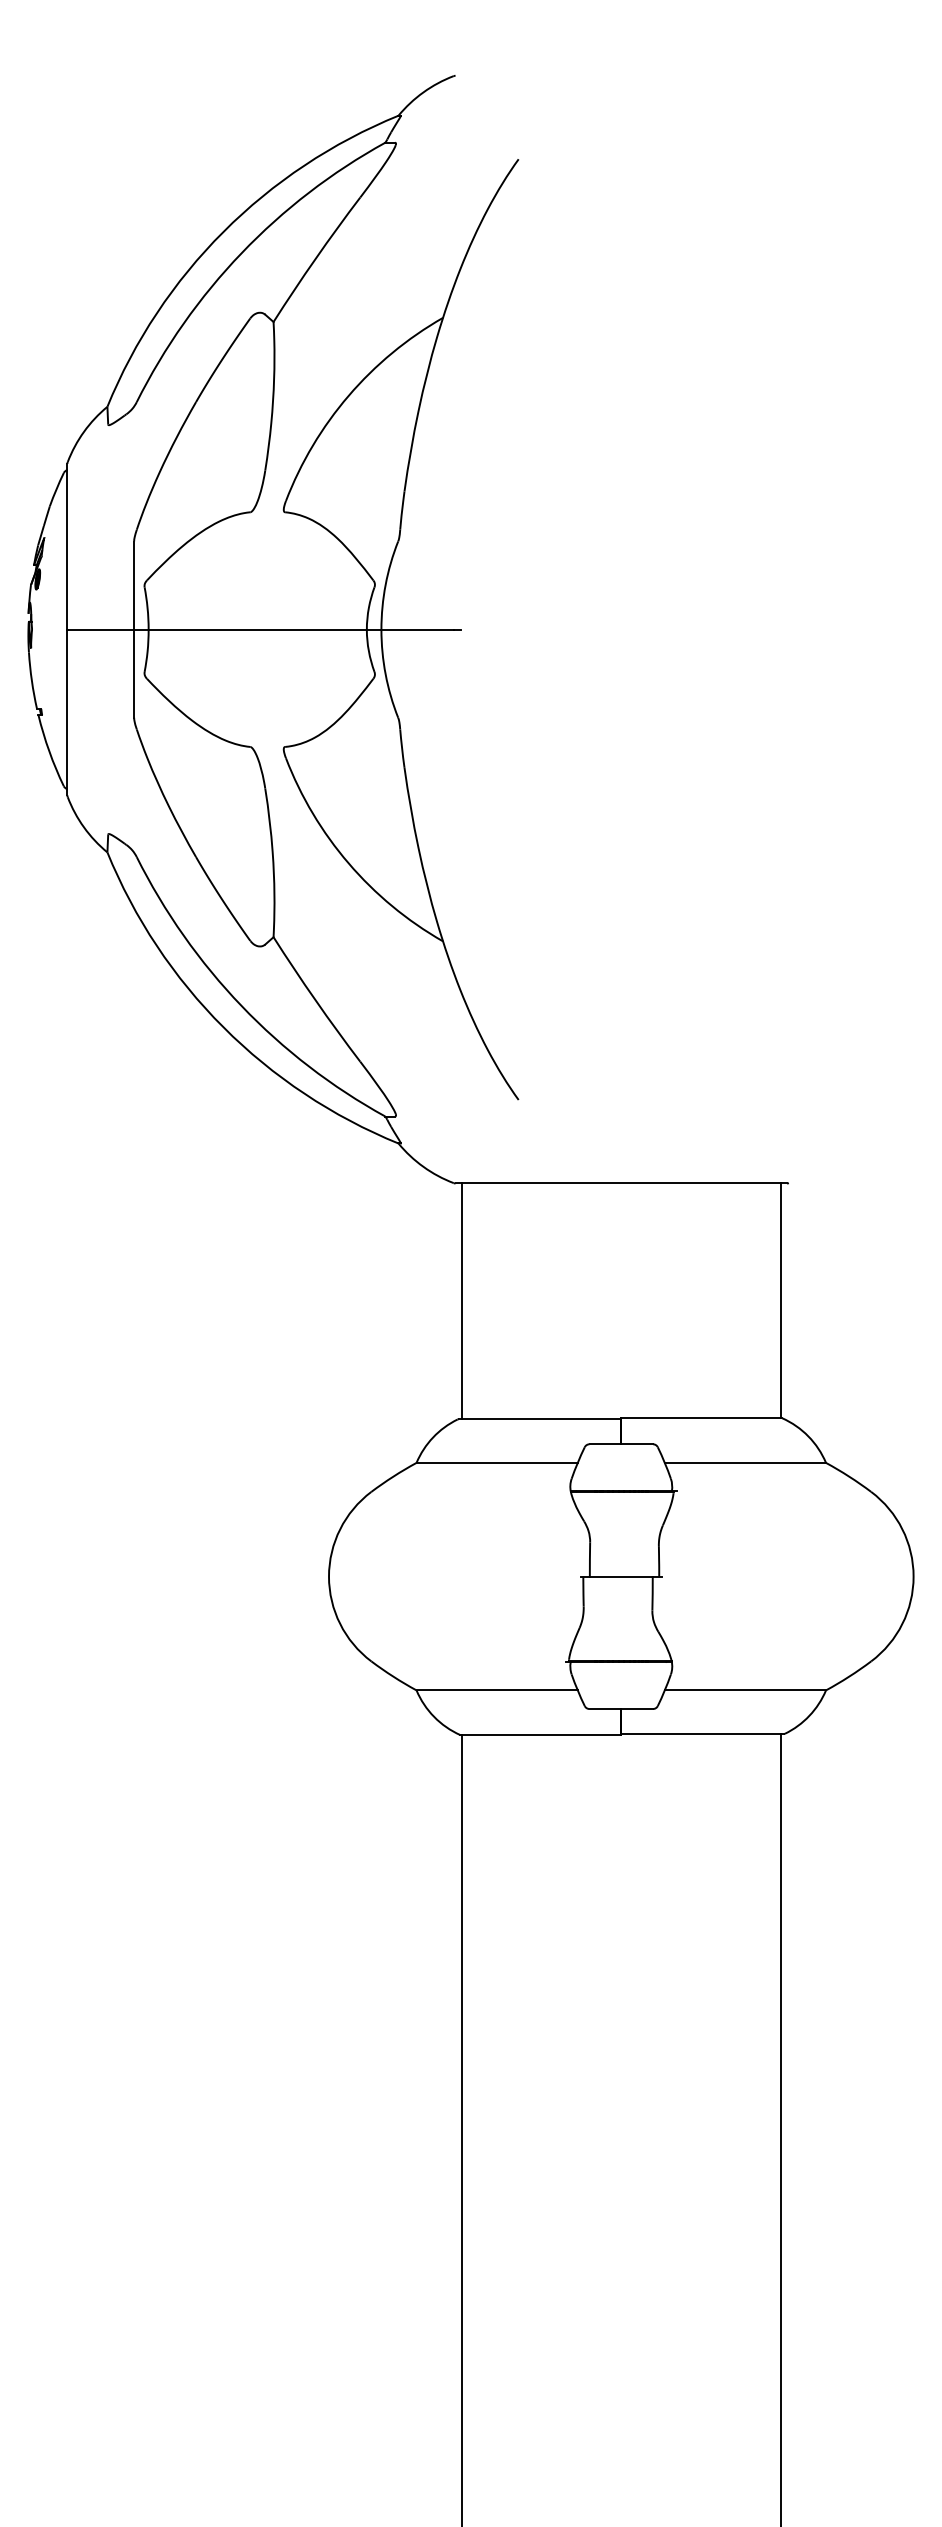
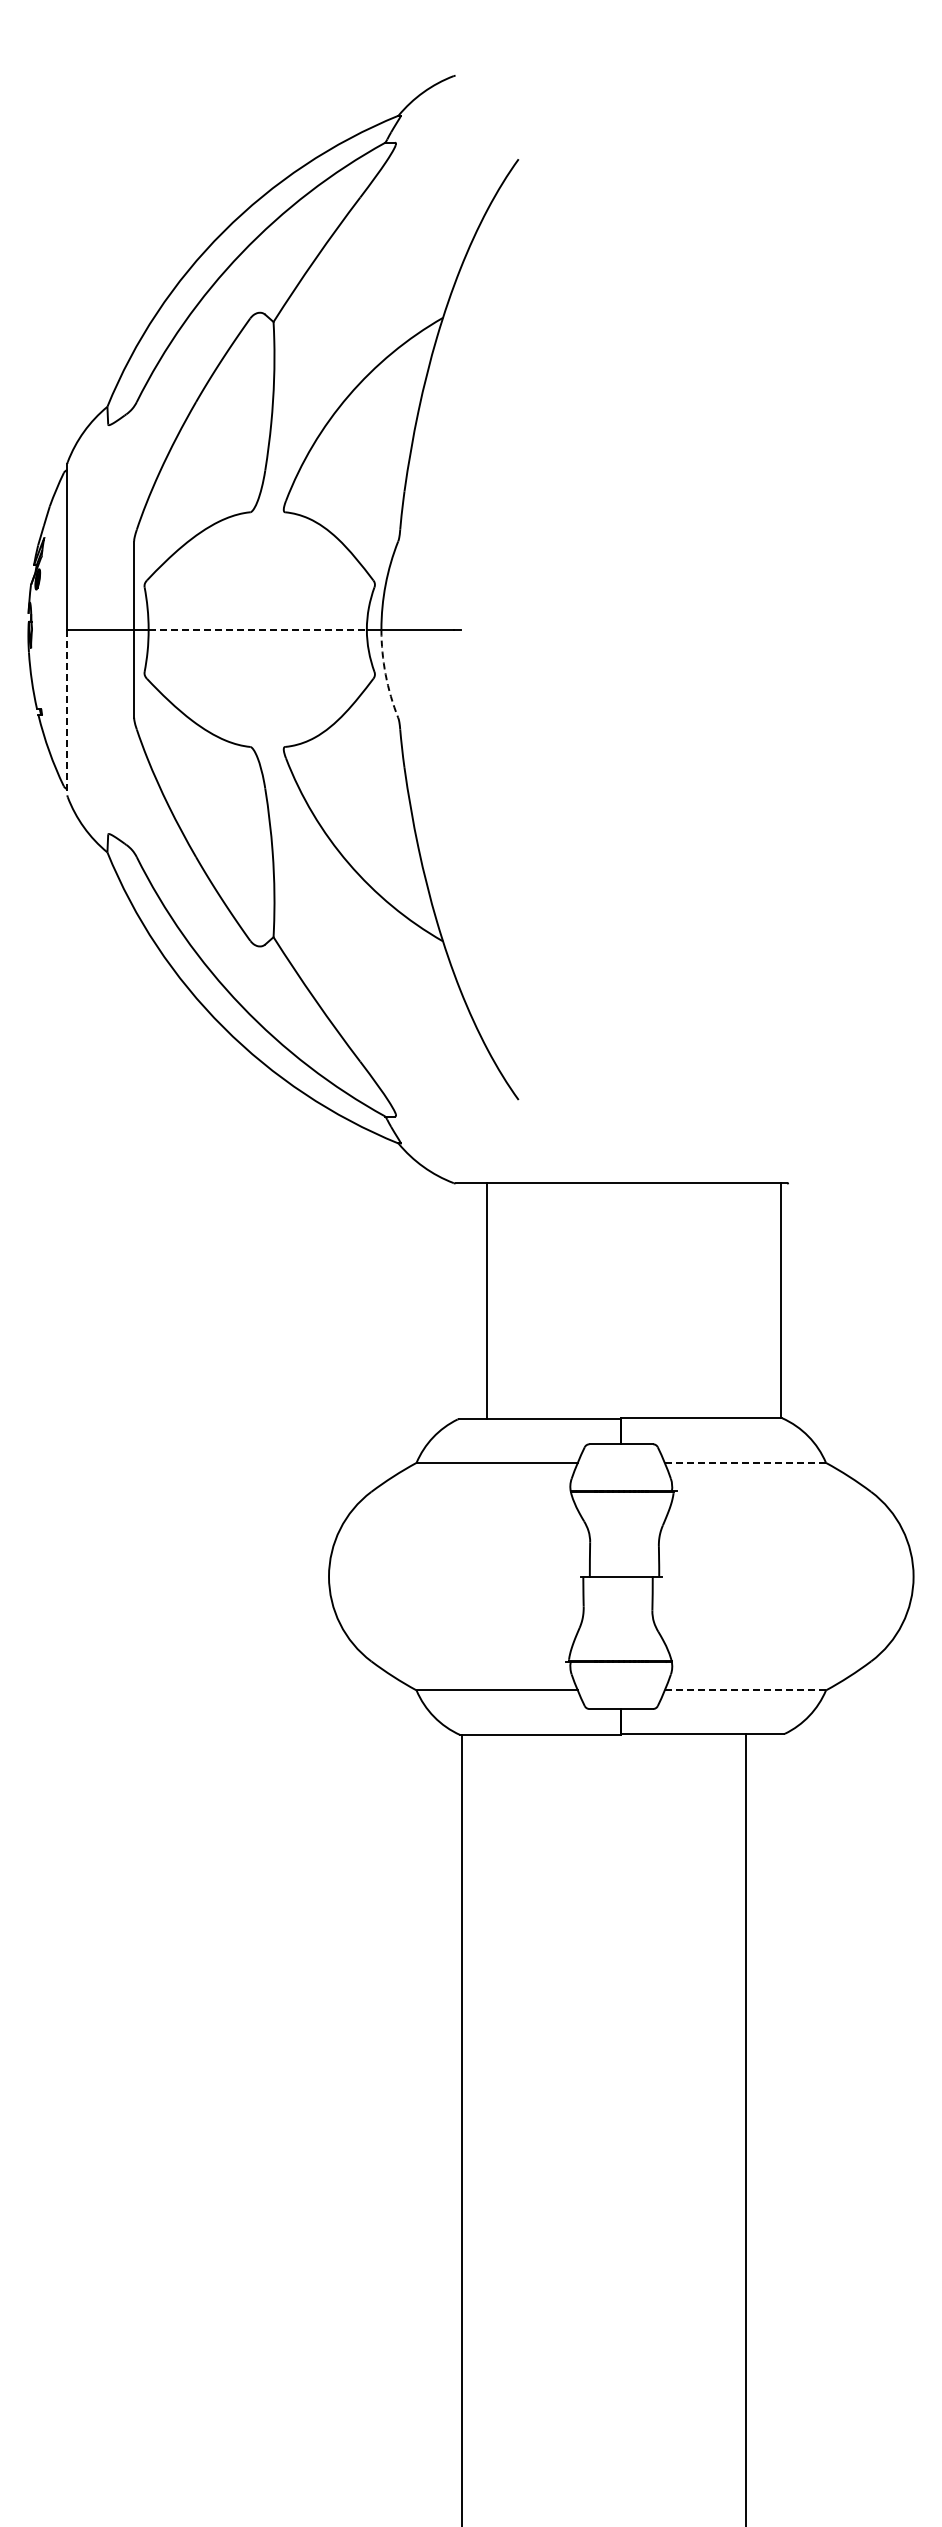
line at (258, 629): solid -> dashed
arc at (385, 674): solid -> dashed
line at (67, 712): solid -> dashed
line at (461, 1301) position: (461, 1301) -> (486, 1301)
line at (745, 1462): solid -> dashed
line at (745, 1690): solid -> dashed
line at (780, 2128) position: (780, 2128) -> (745, 2128)
